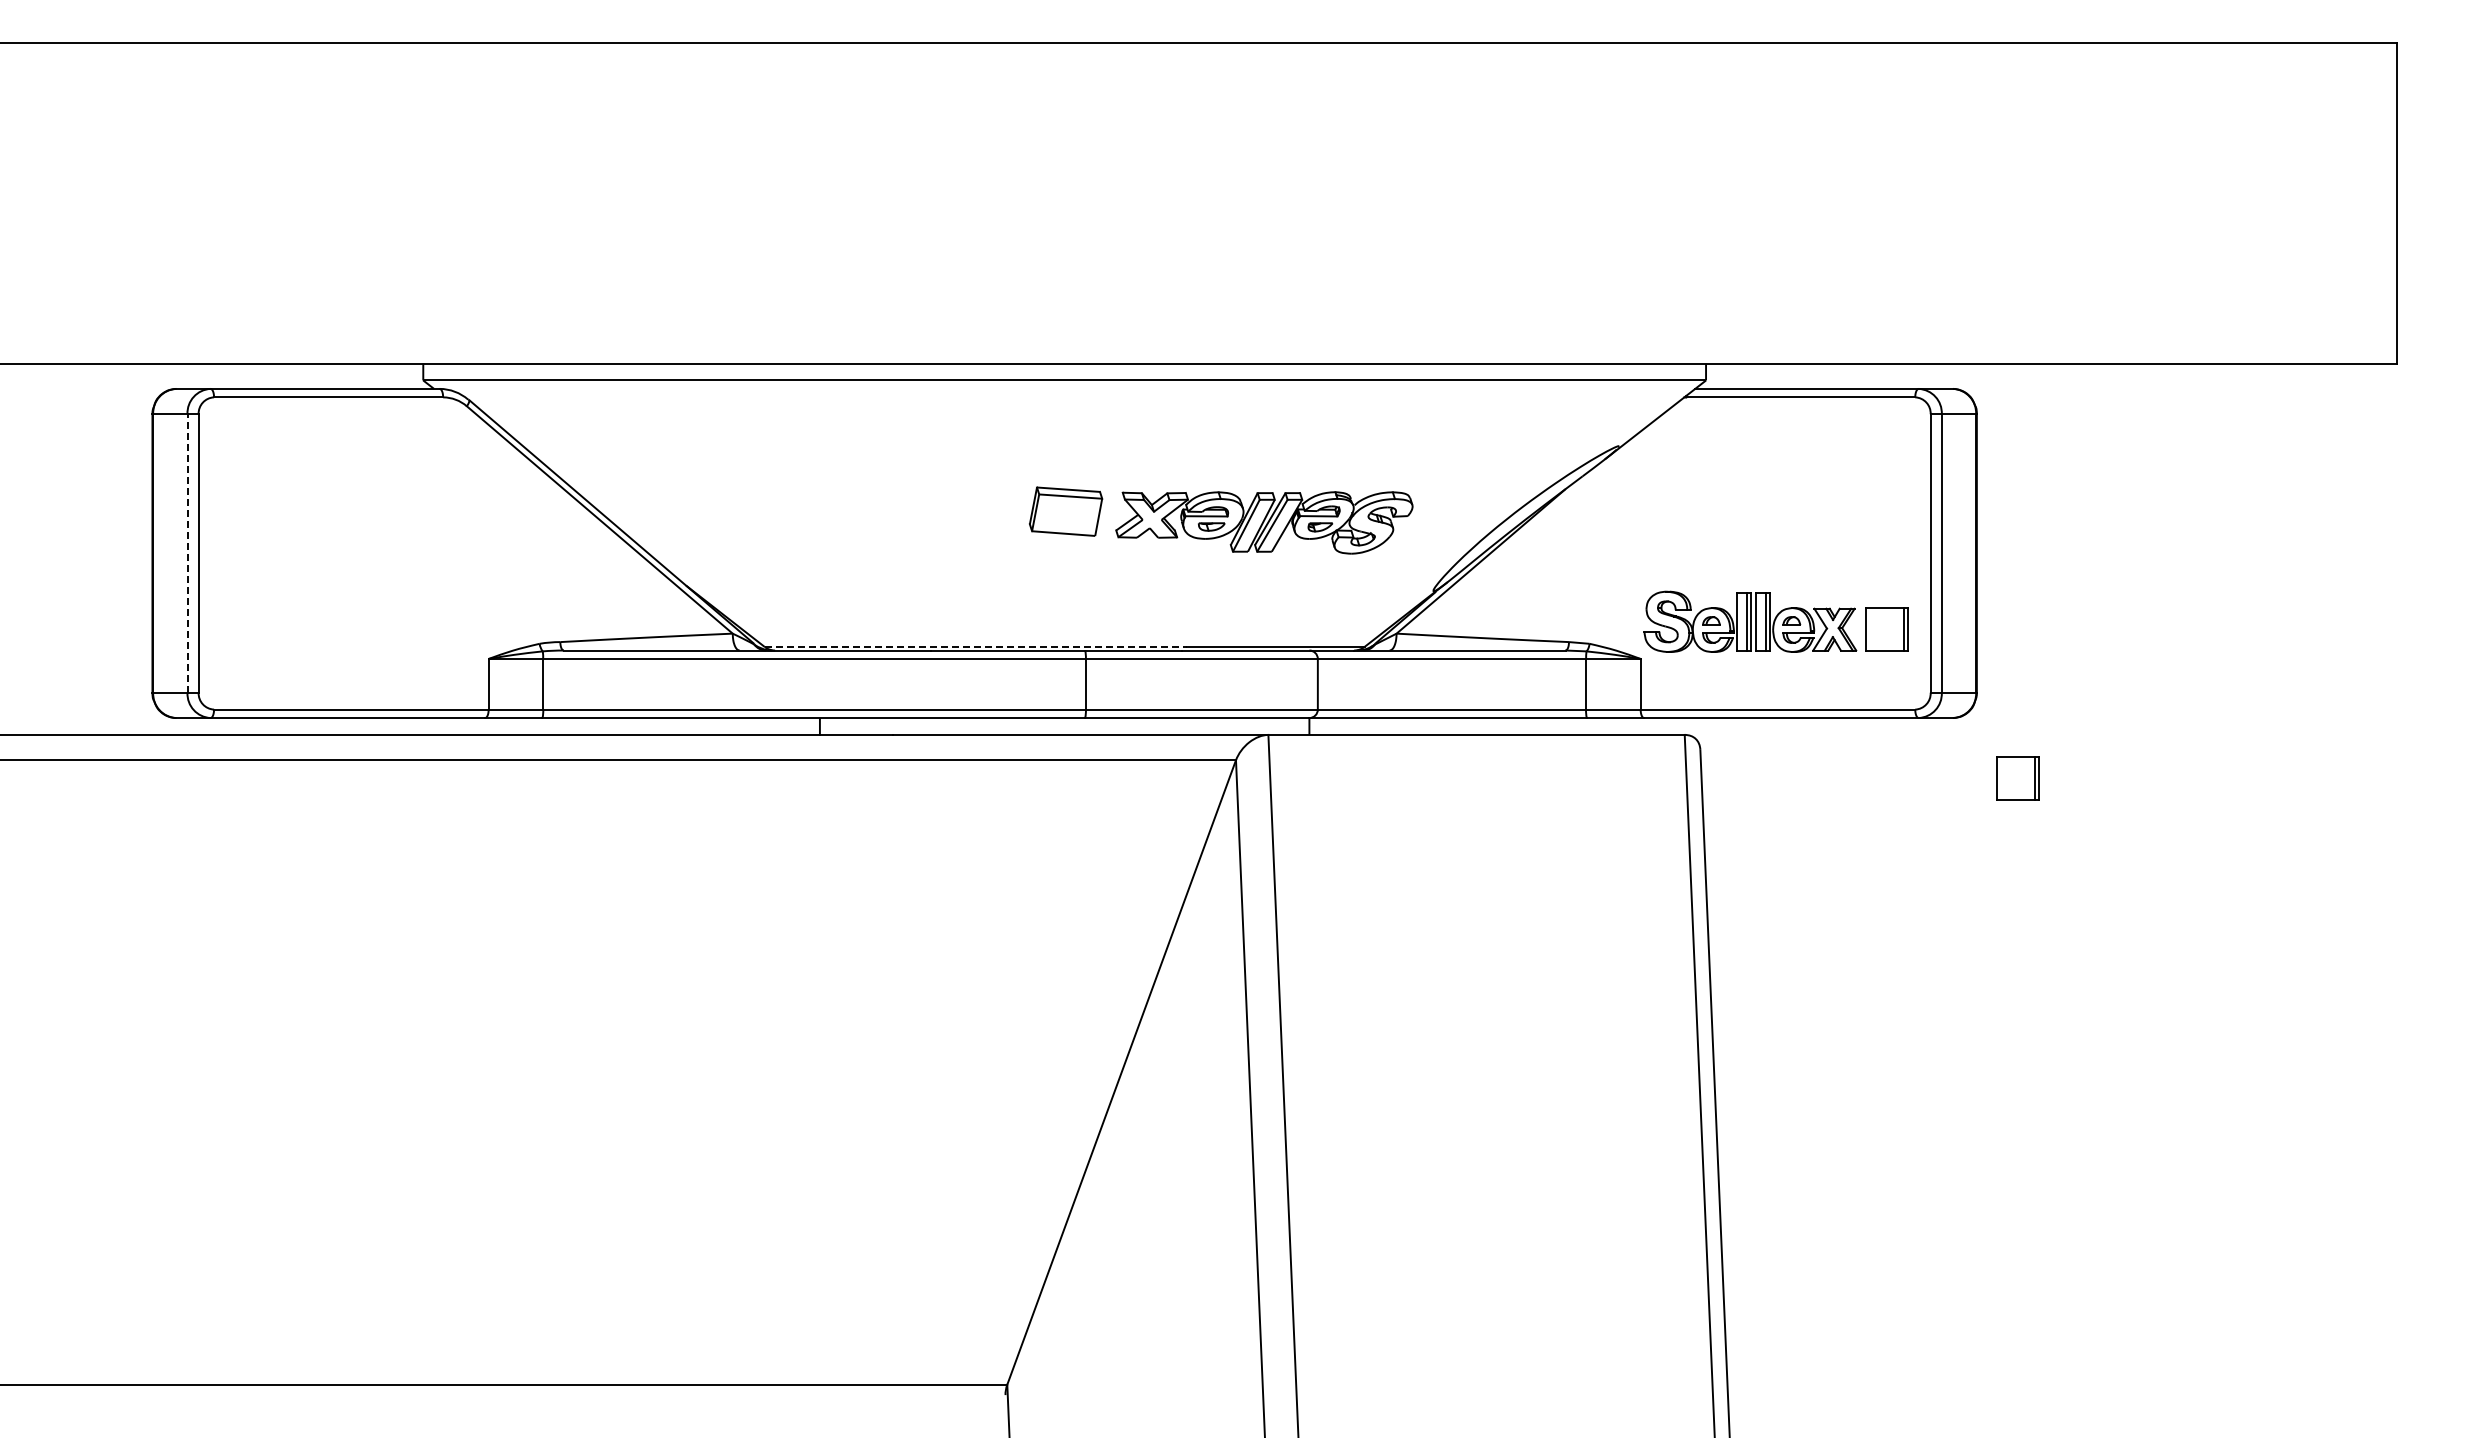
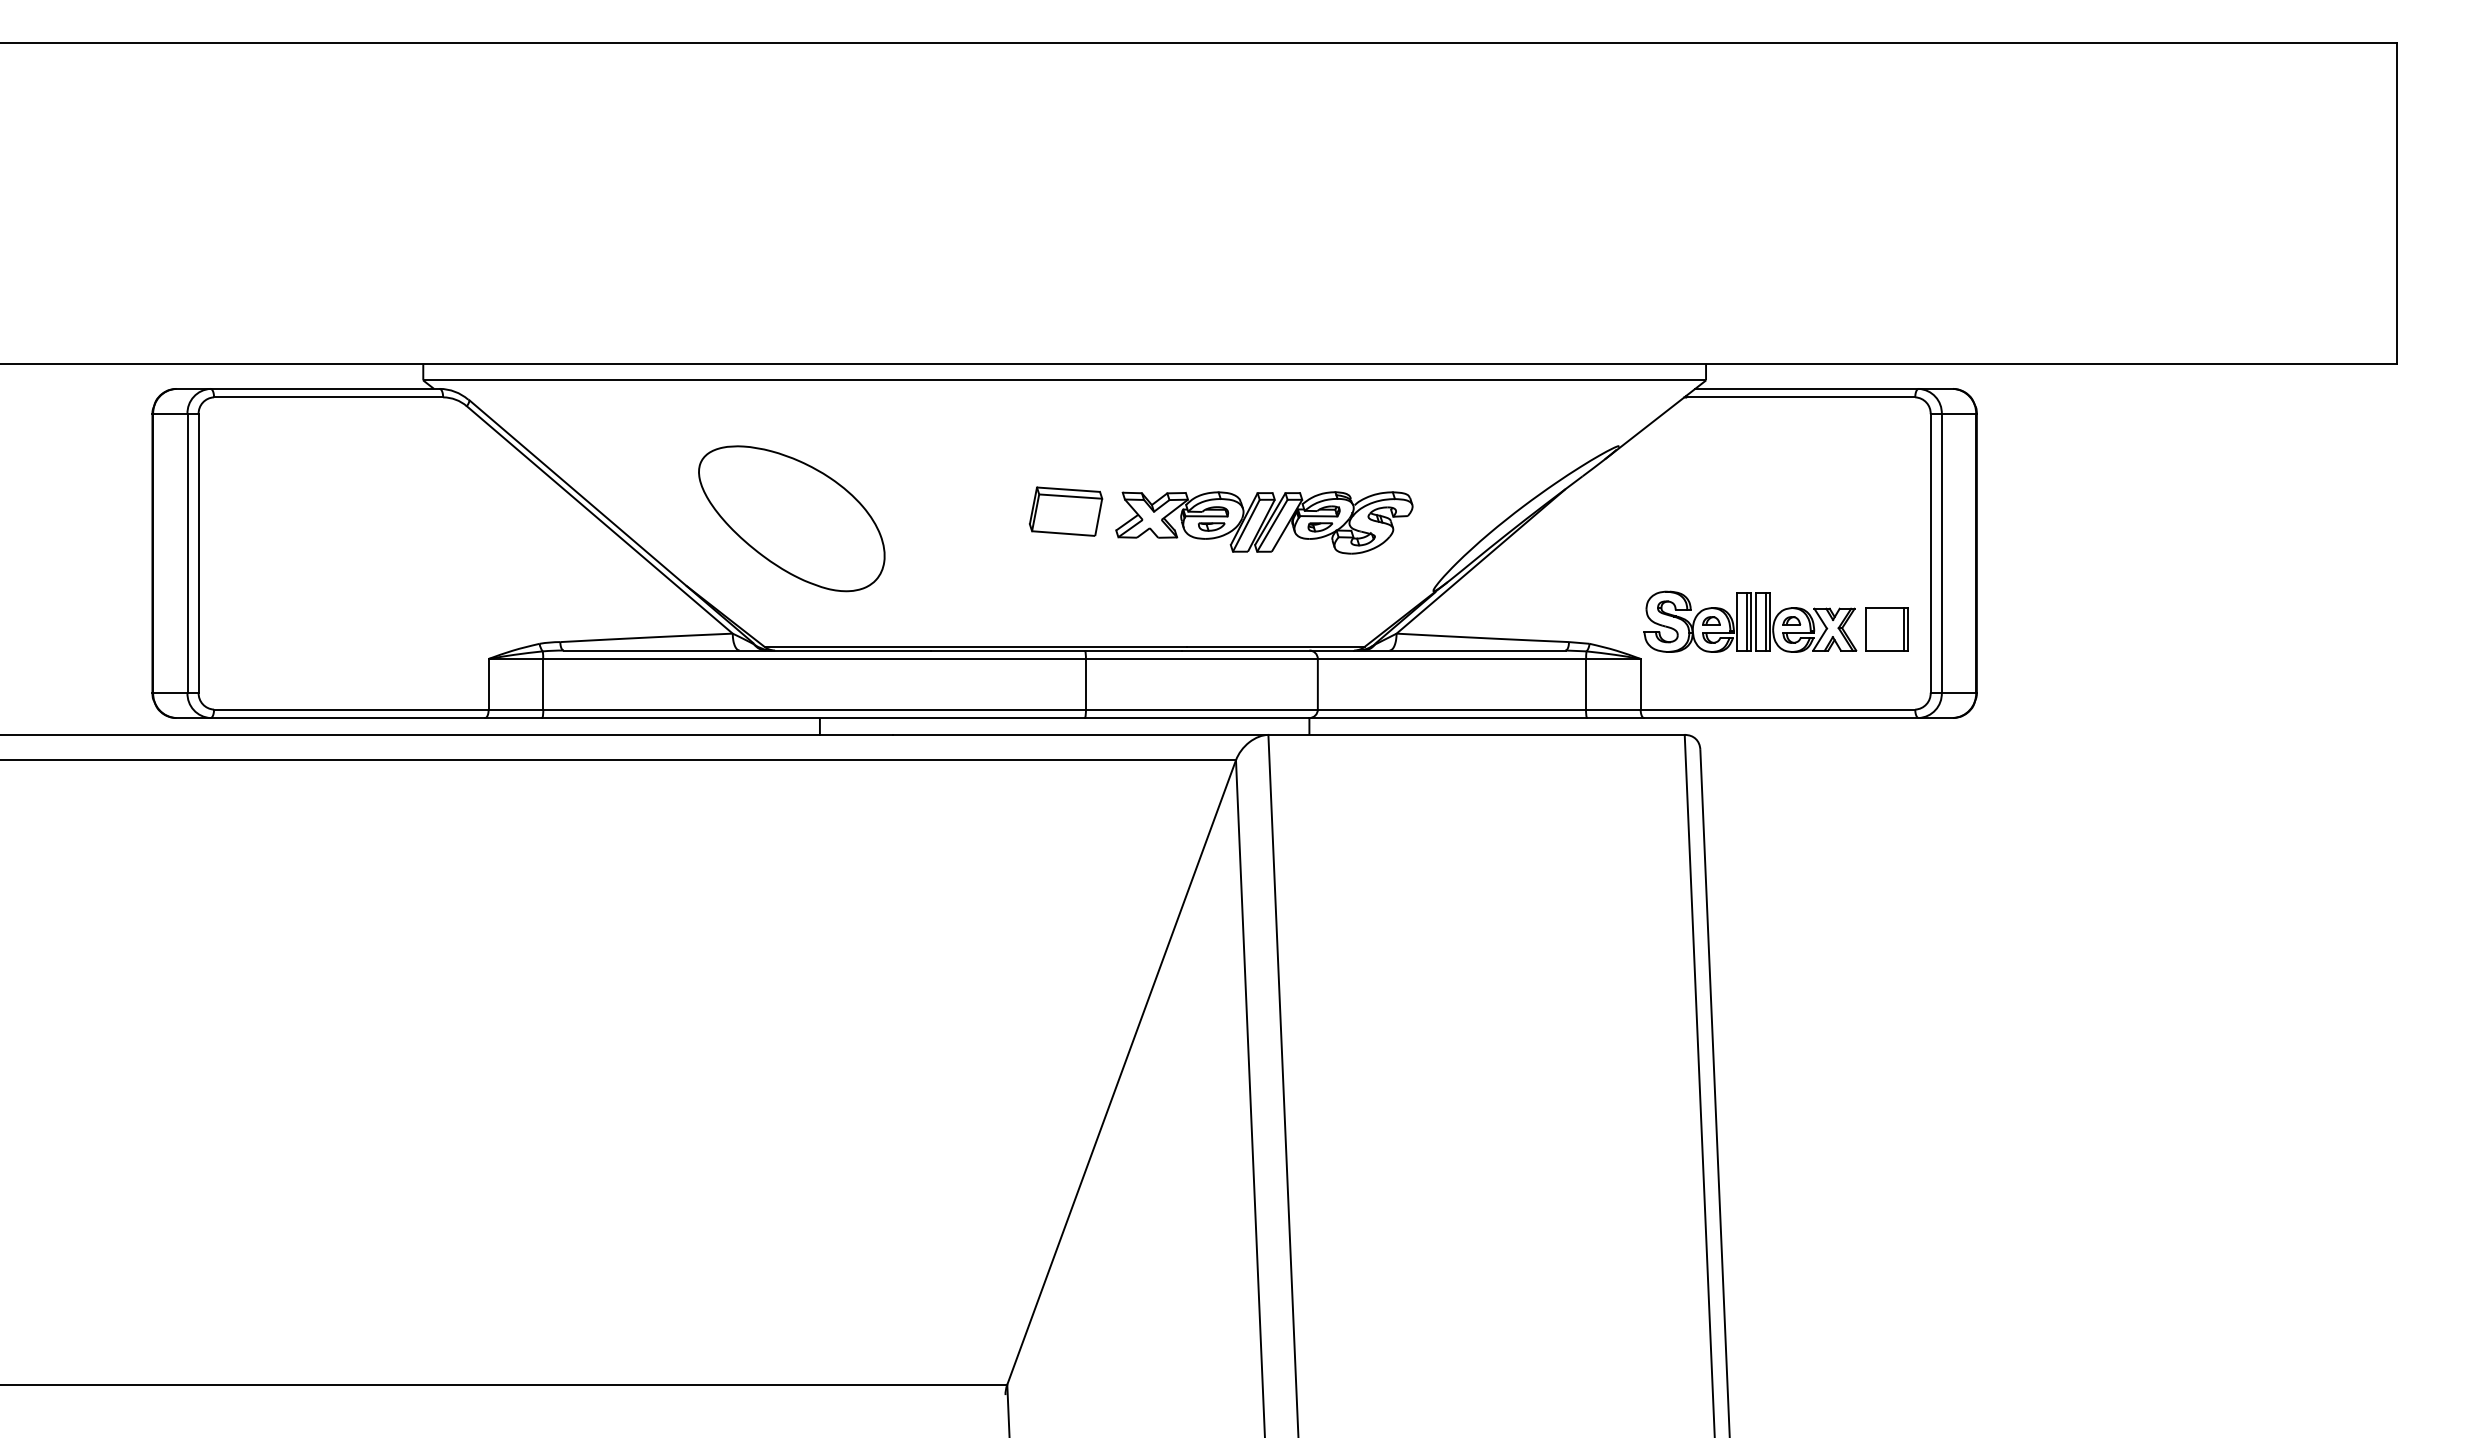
part at (791, 518): none -> present
line at (187, 552): dashed -> solid
line at (975, 646): dashed -> solid
part at (2017, 778): present -> none
